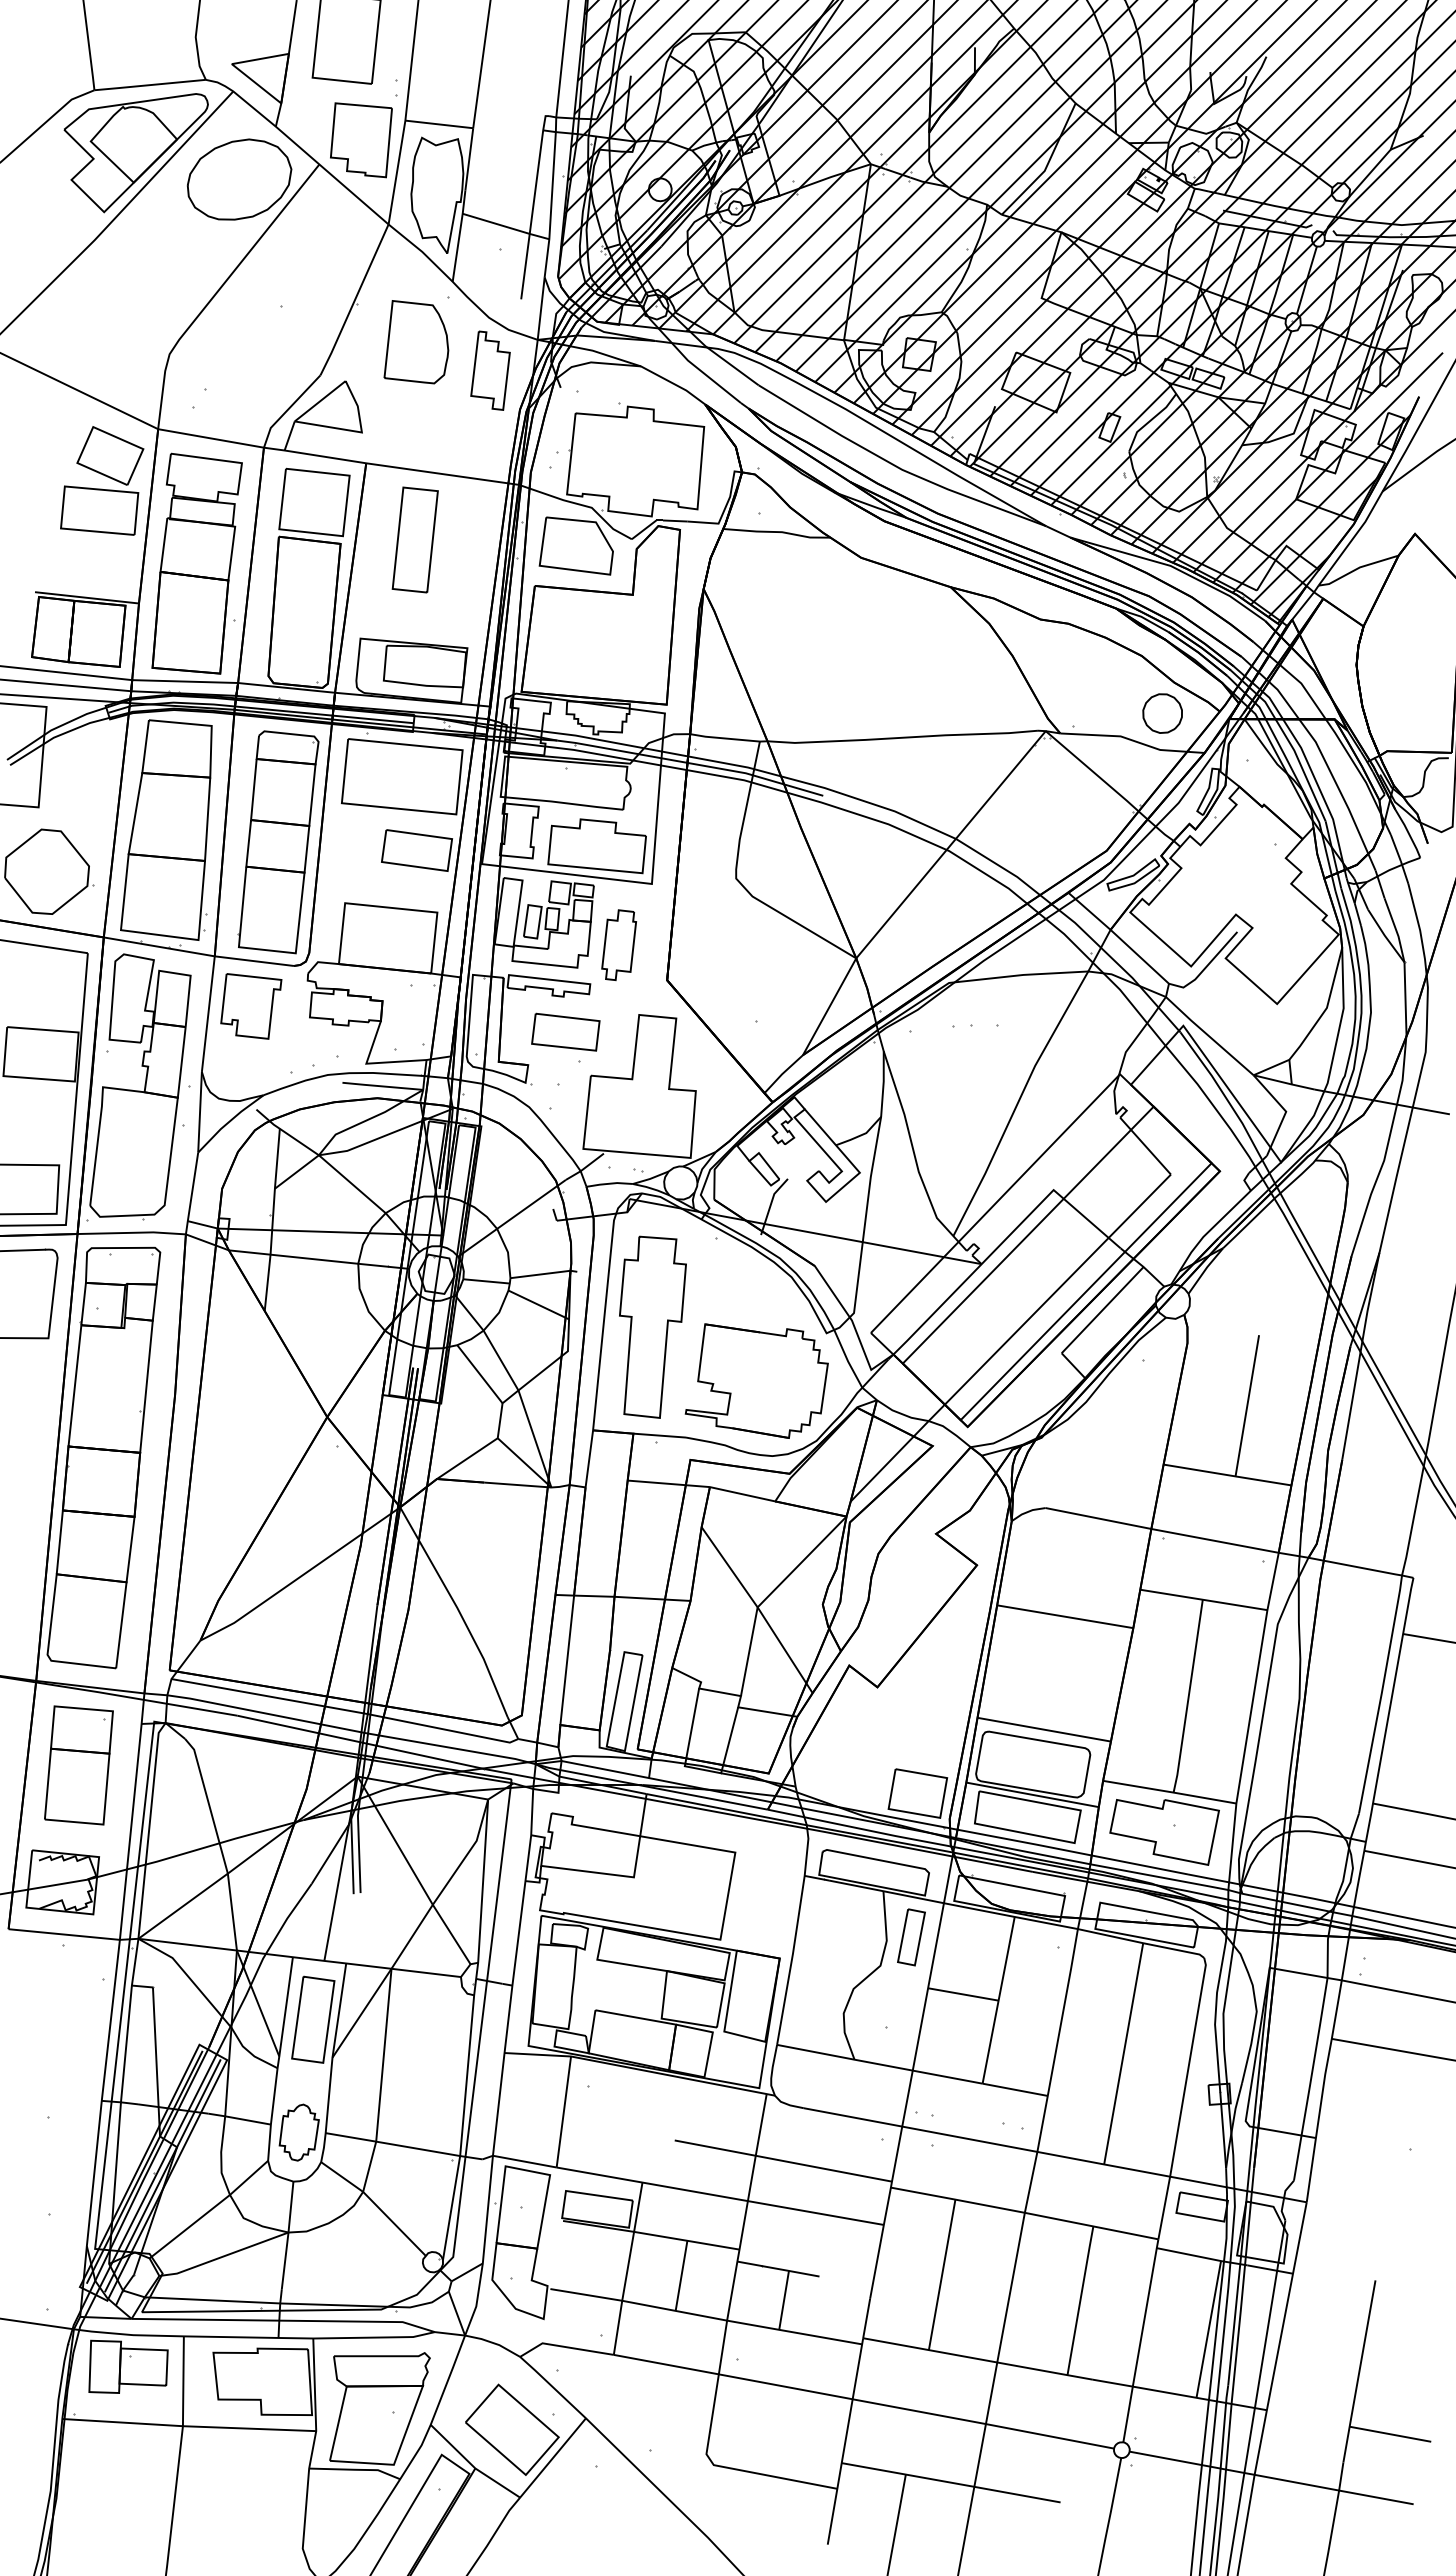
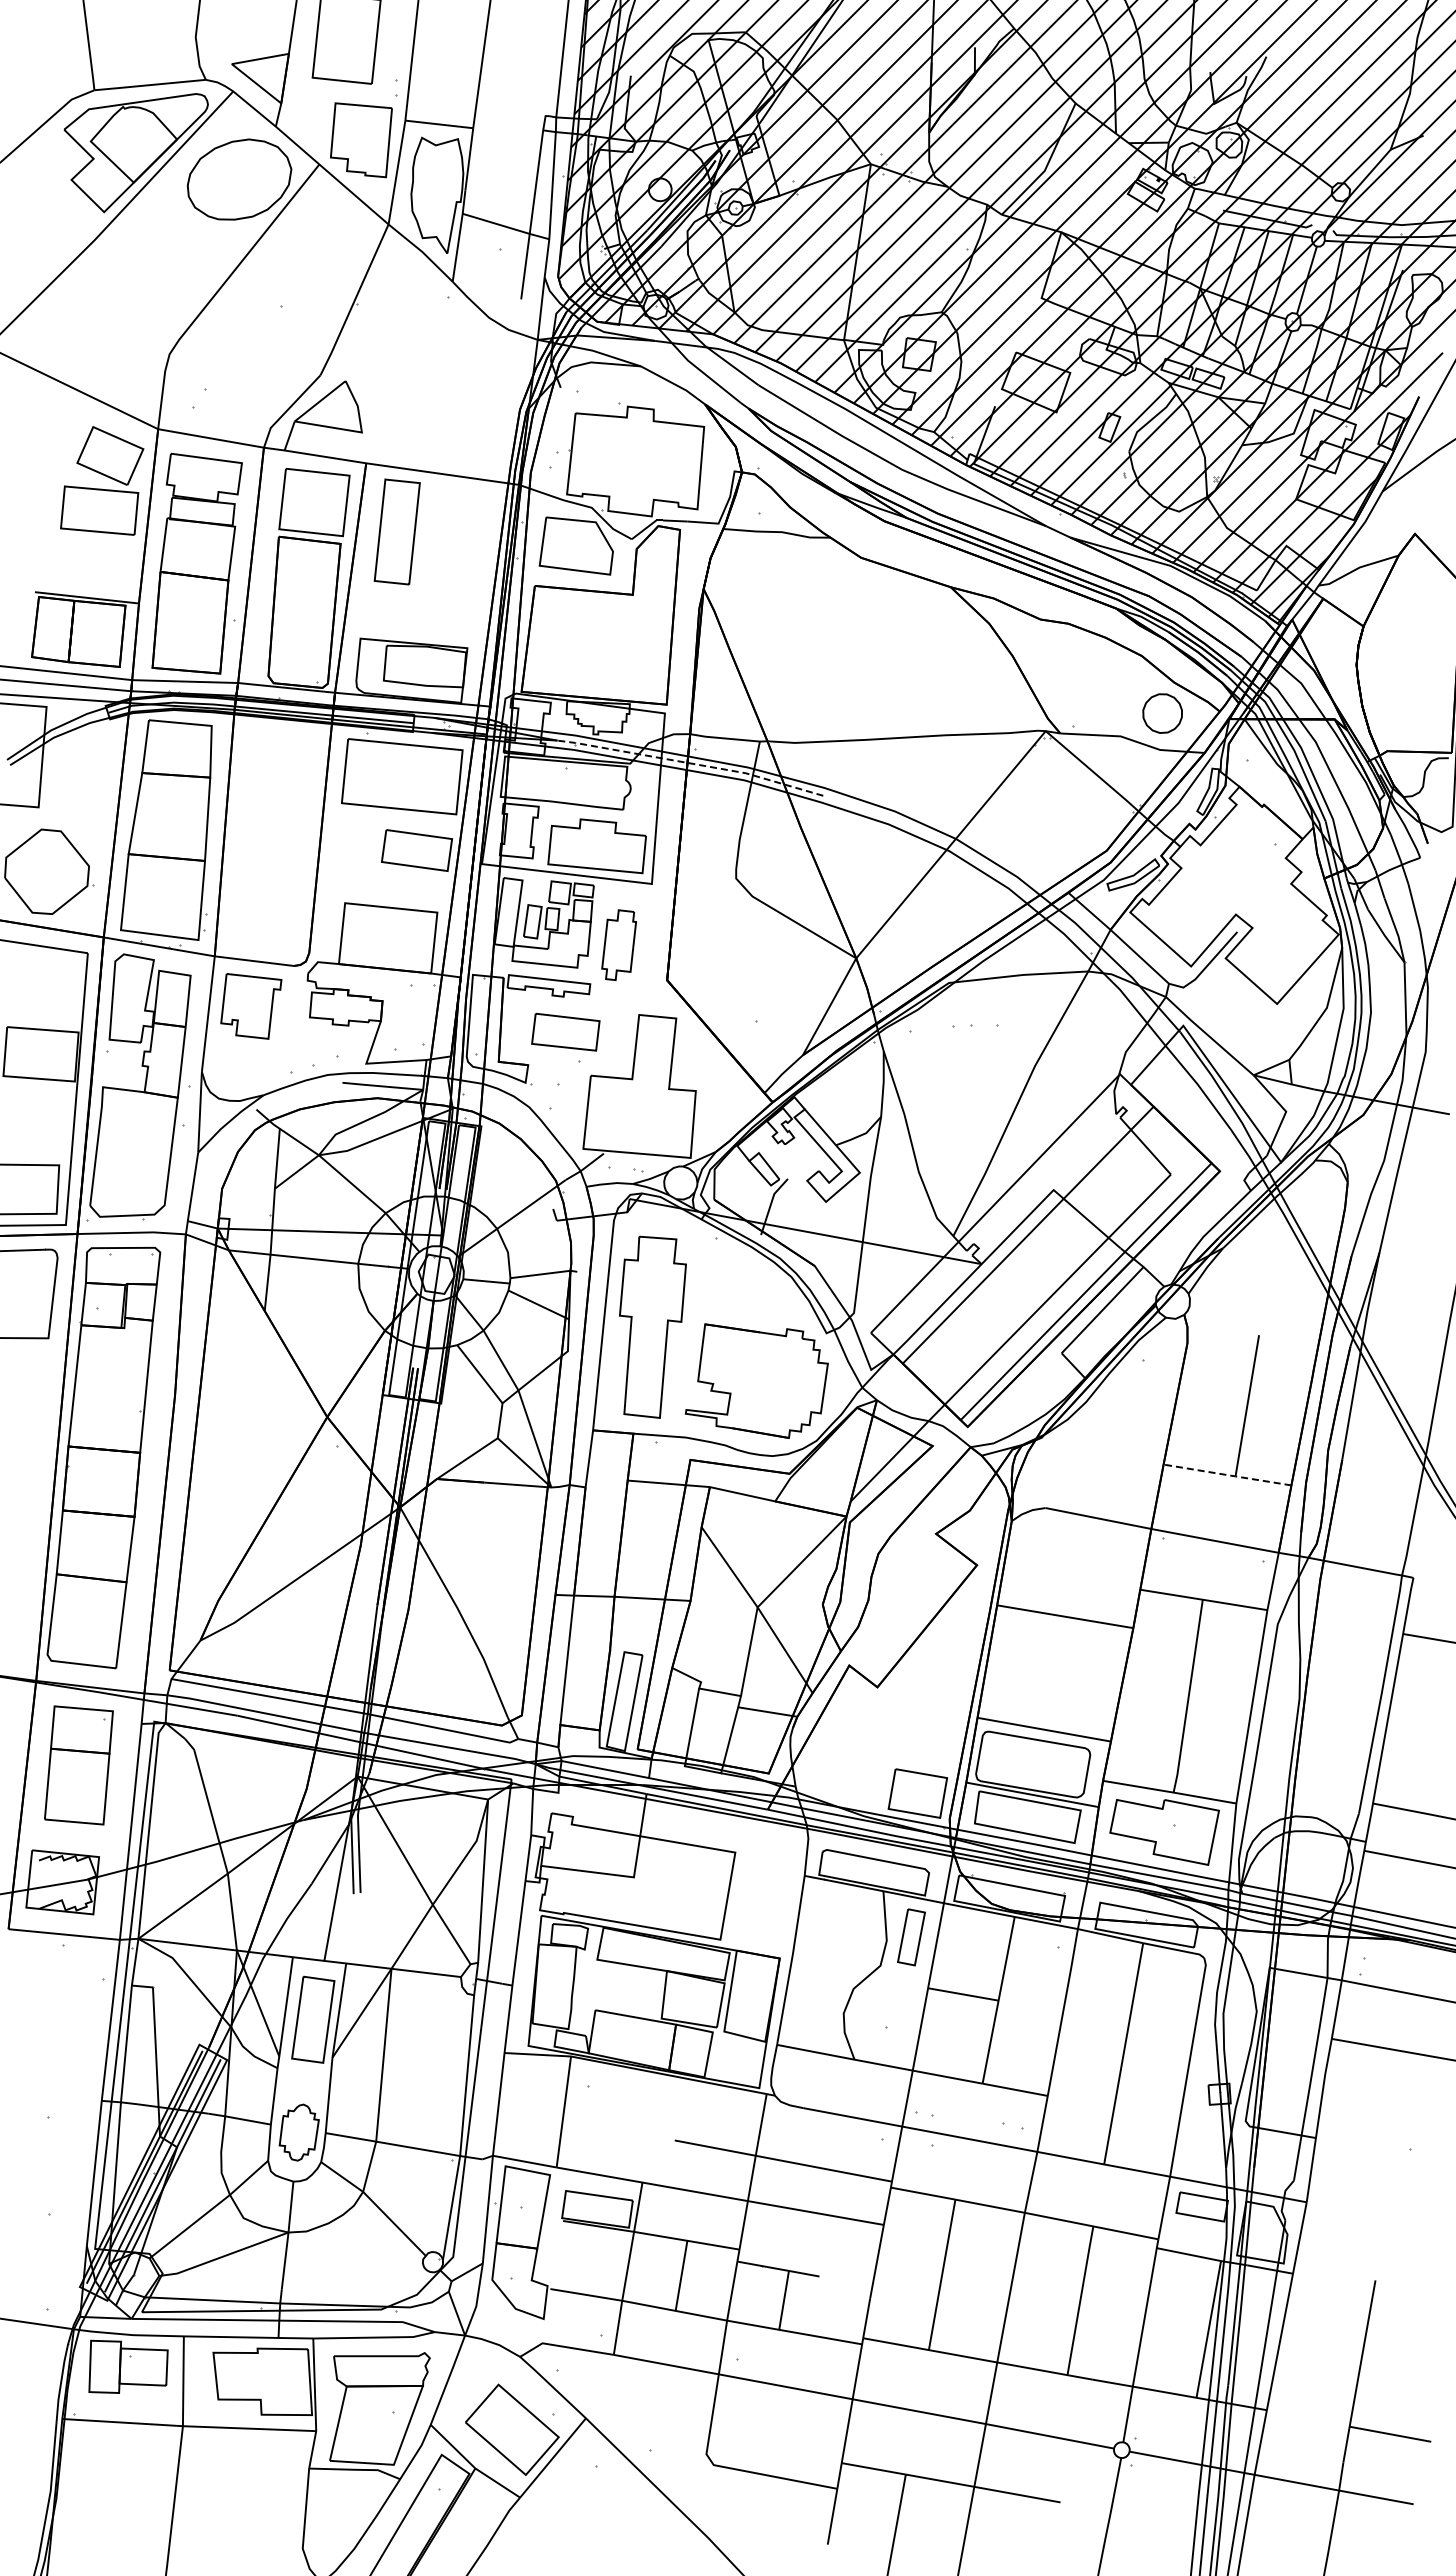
part at (416, 342): present -> none
part at (490, 370): present -> none
part at (414, 539) position: (414, 539) -> (396, 531)
line at (691, 763): solid -> dashed
part at (278, 842): present -> none
line at (1227, 1475): solid -> dashed
